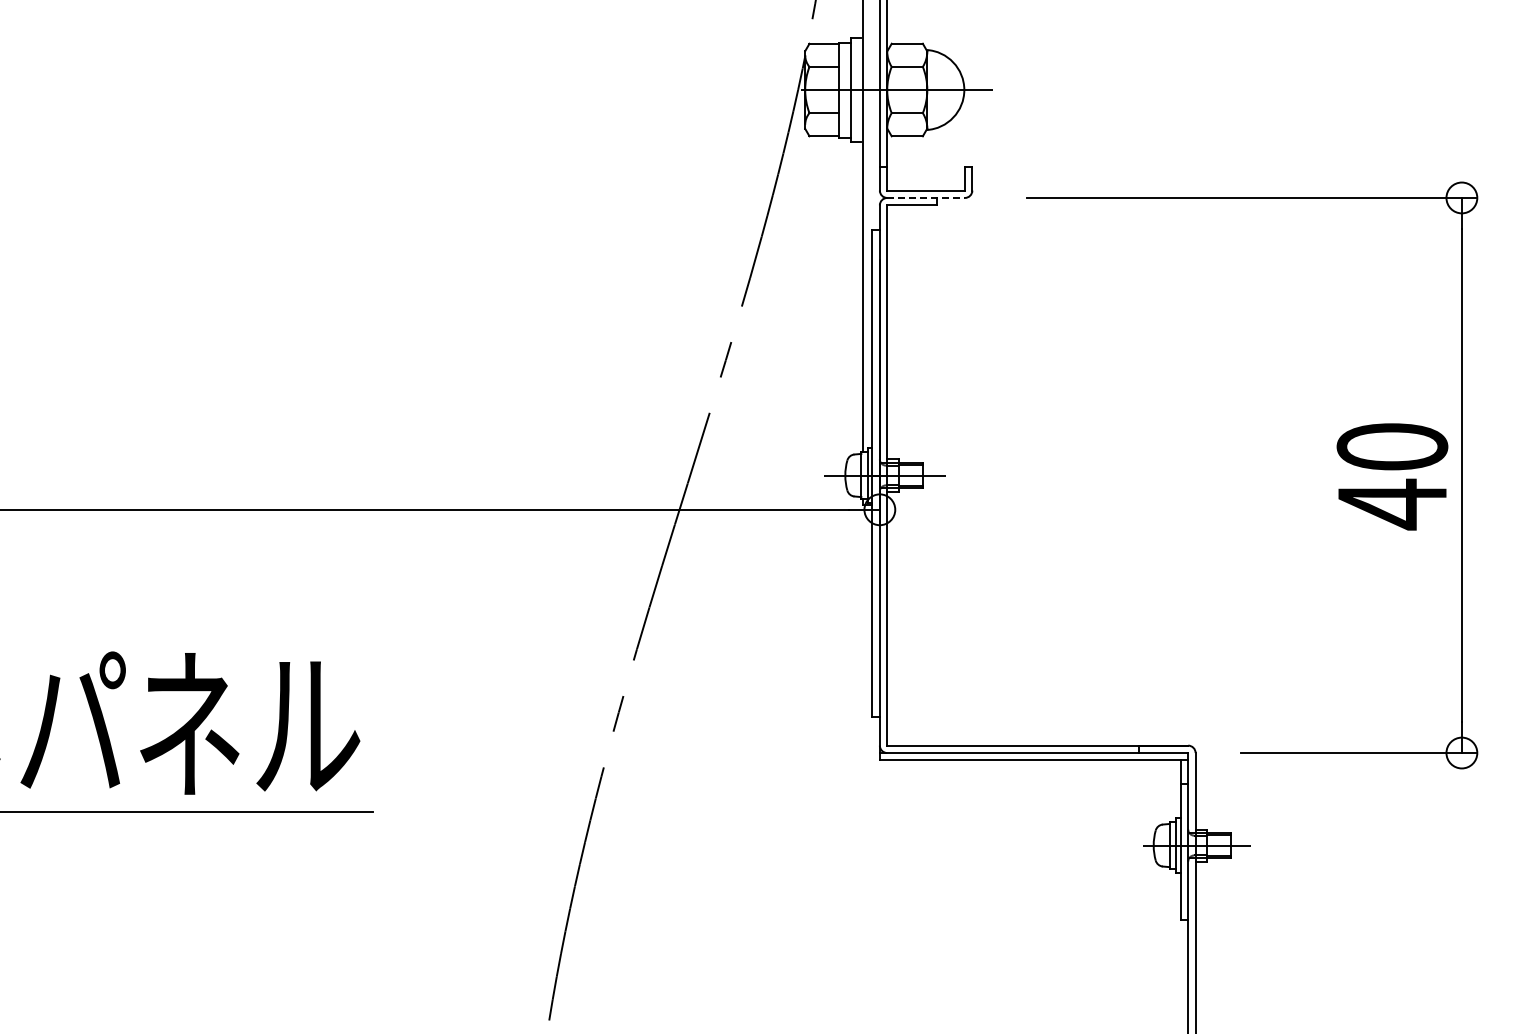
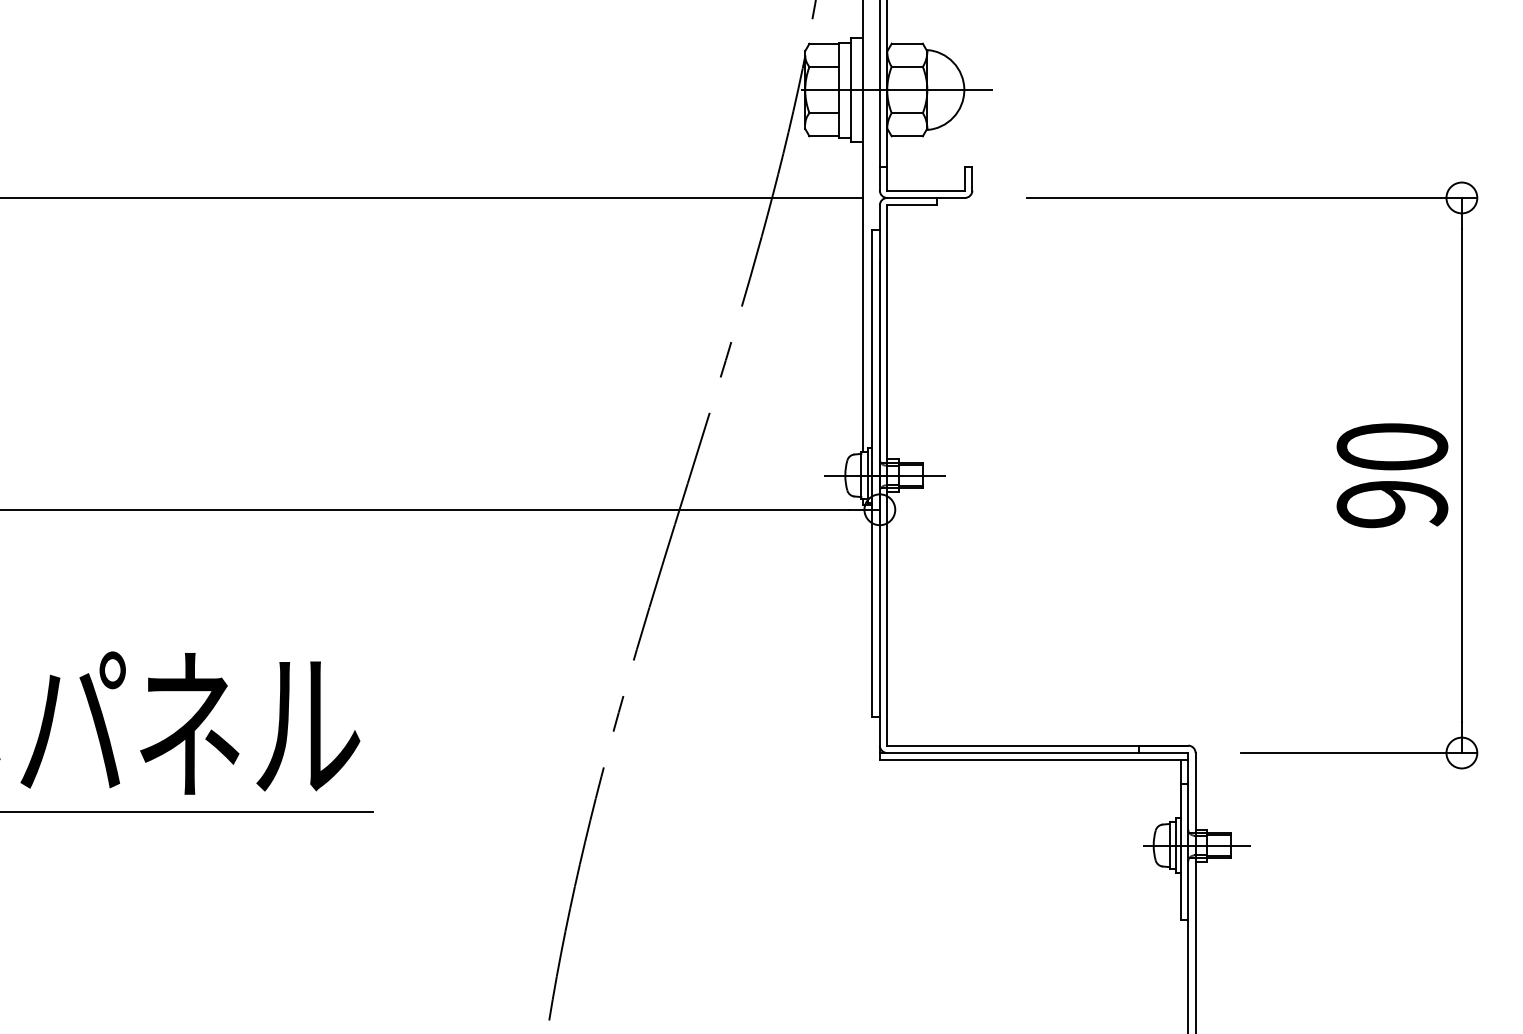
line at (432, 197): none -> present
line at (926, 197): dashed -> solid
text at (1392, 504): 40 -> 90
